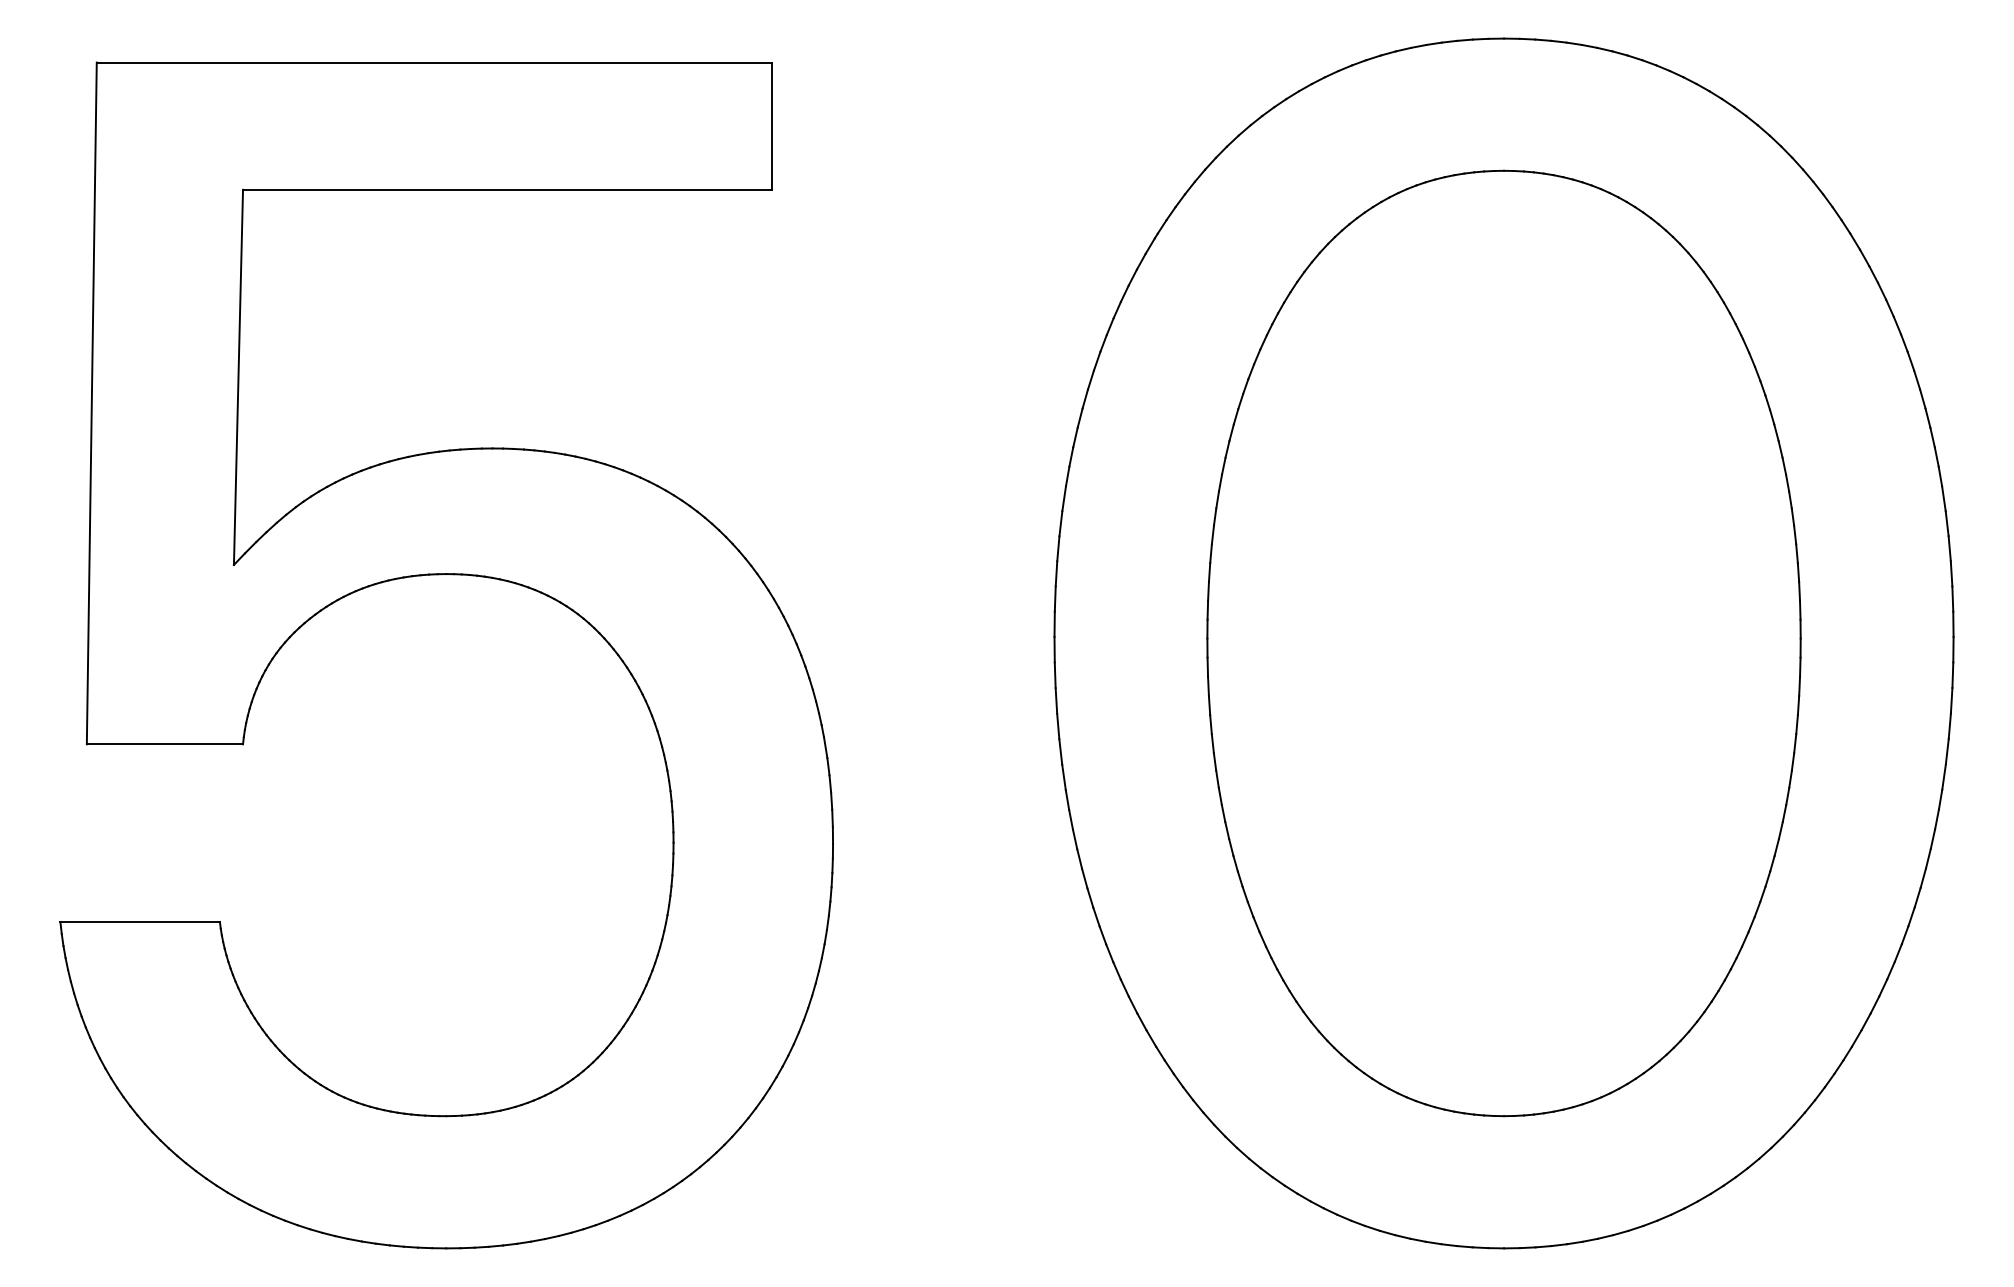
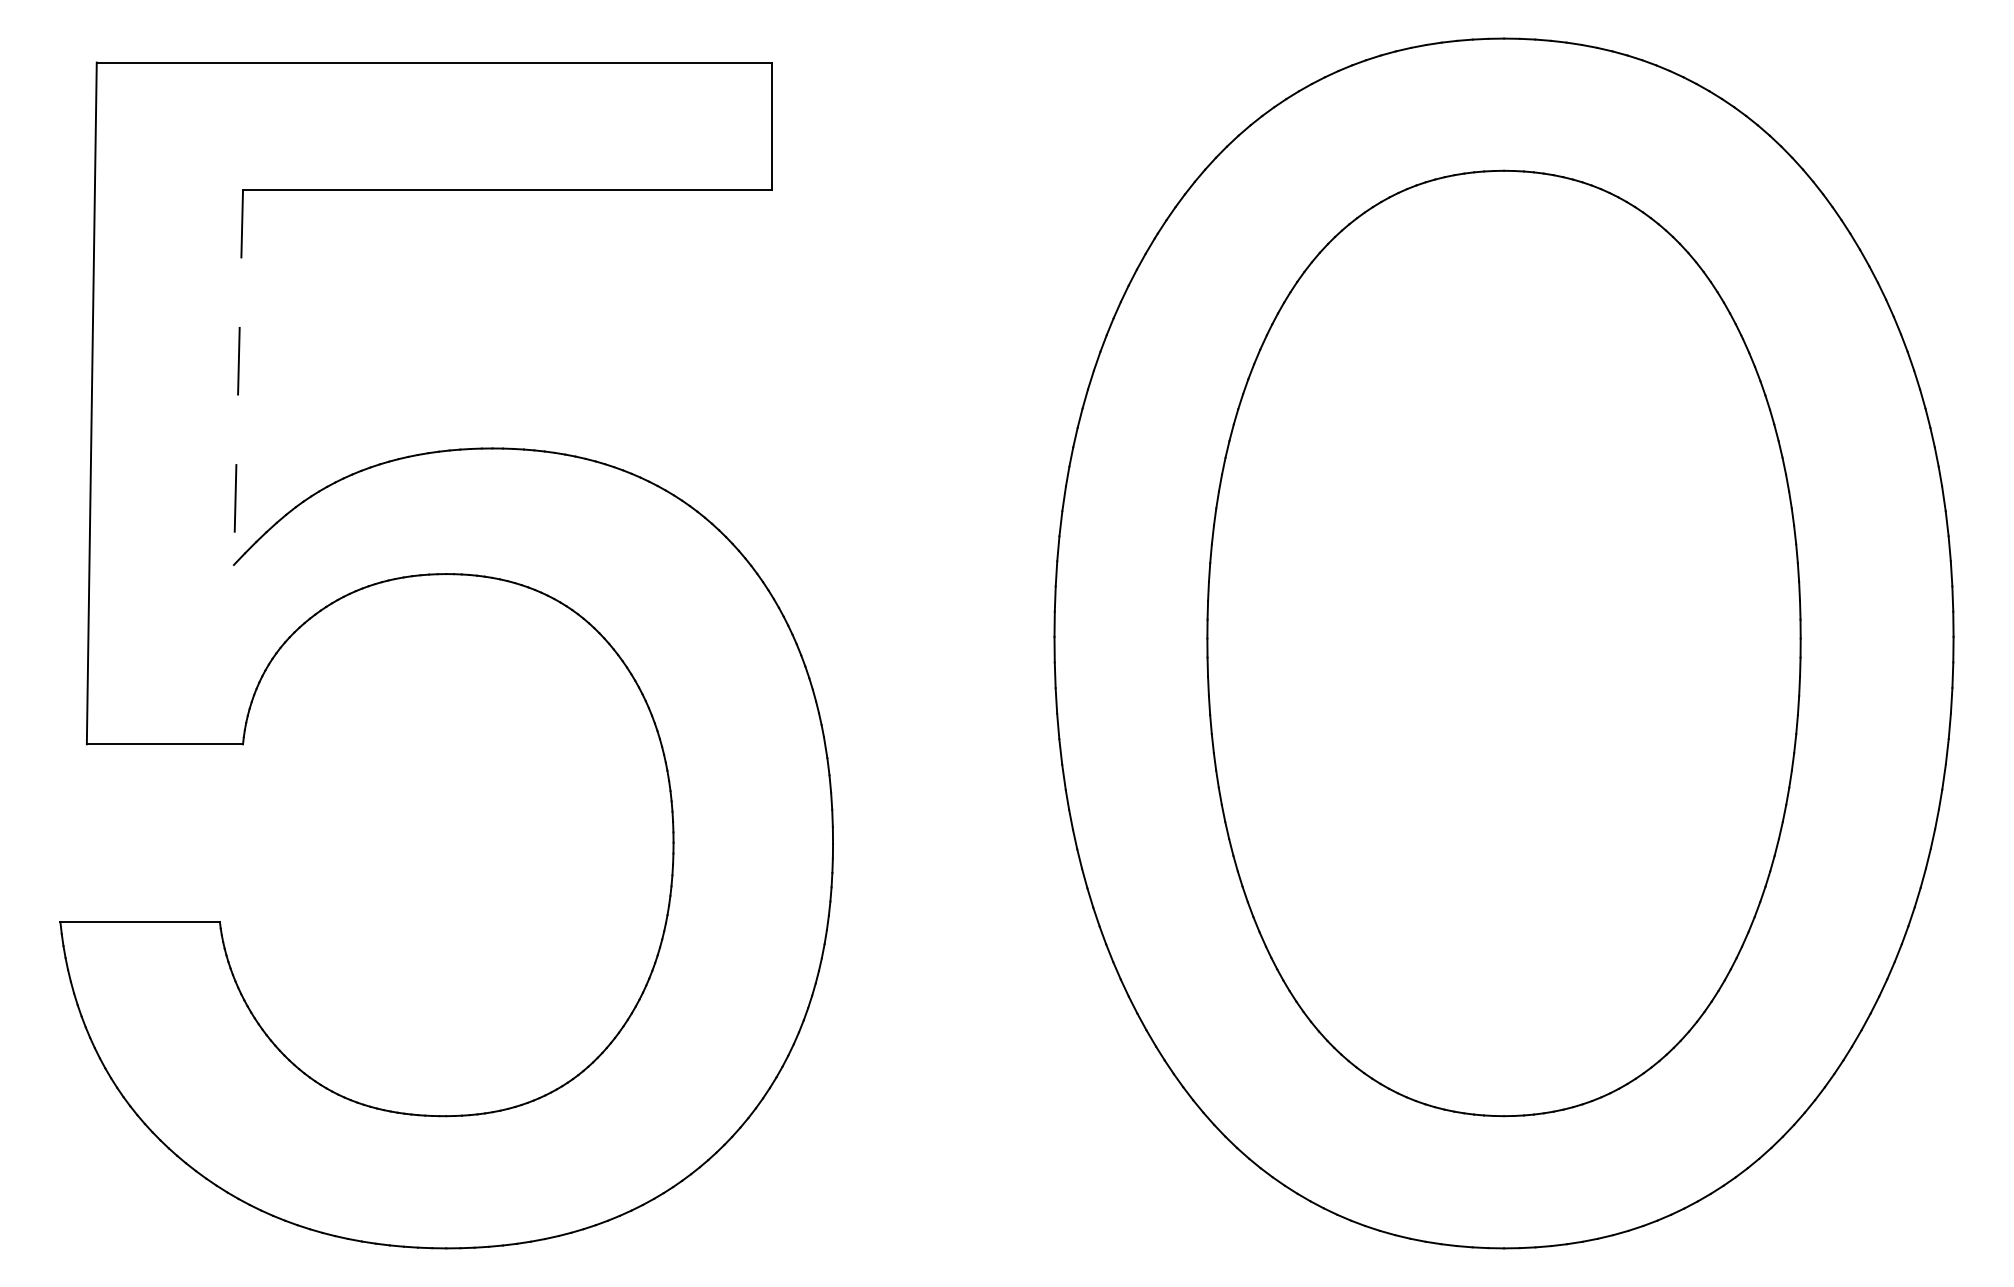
line at (238, 377): solid -> dashed
